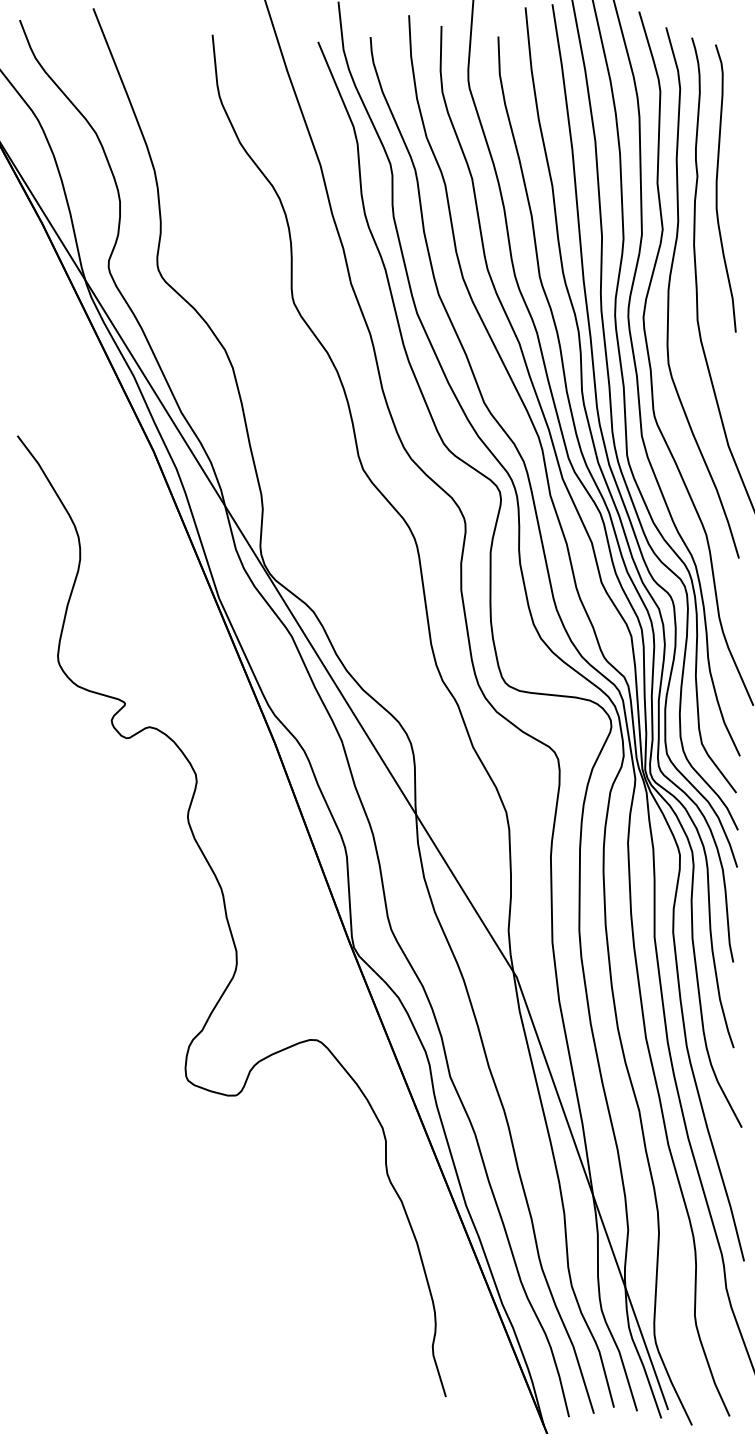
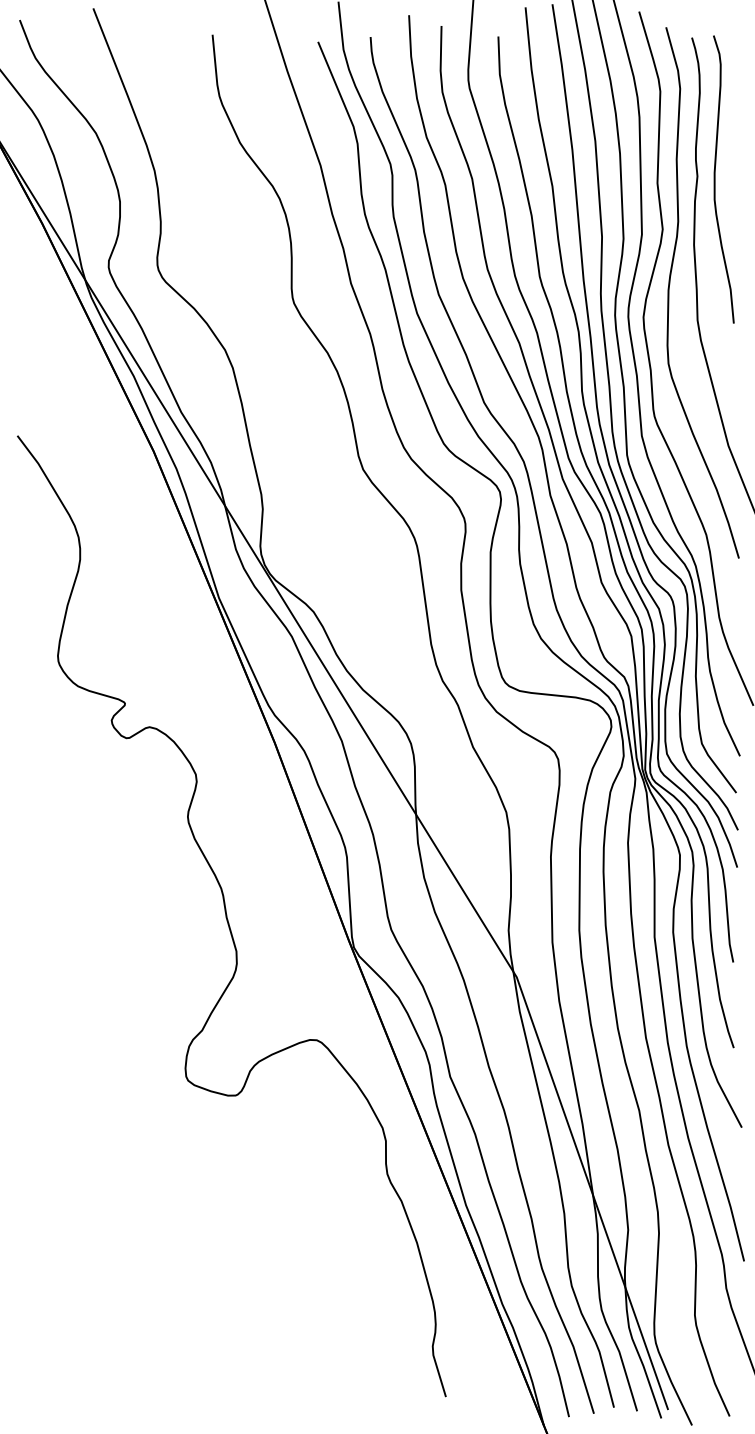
curve at (717, 188) position: (717, 188) -> (715, 179)
